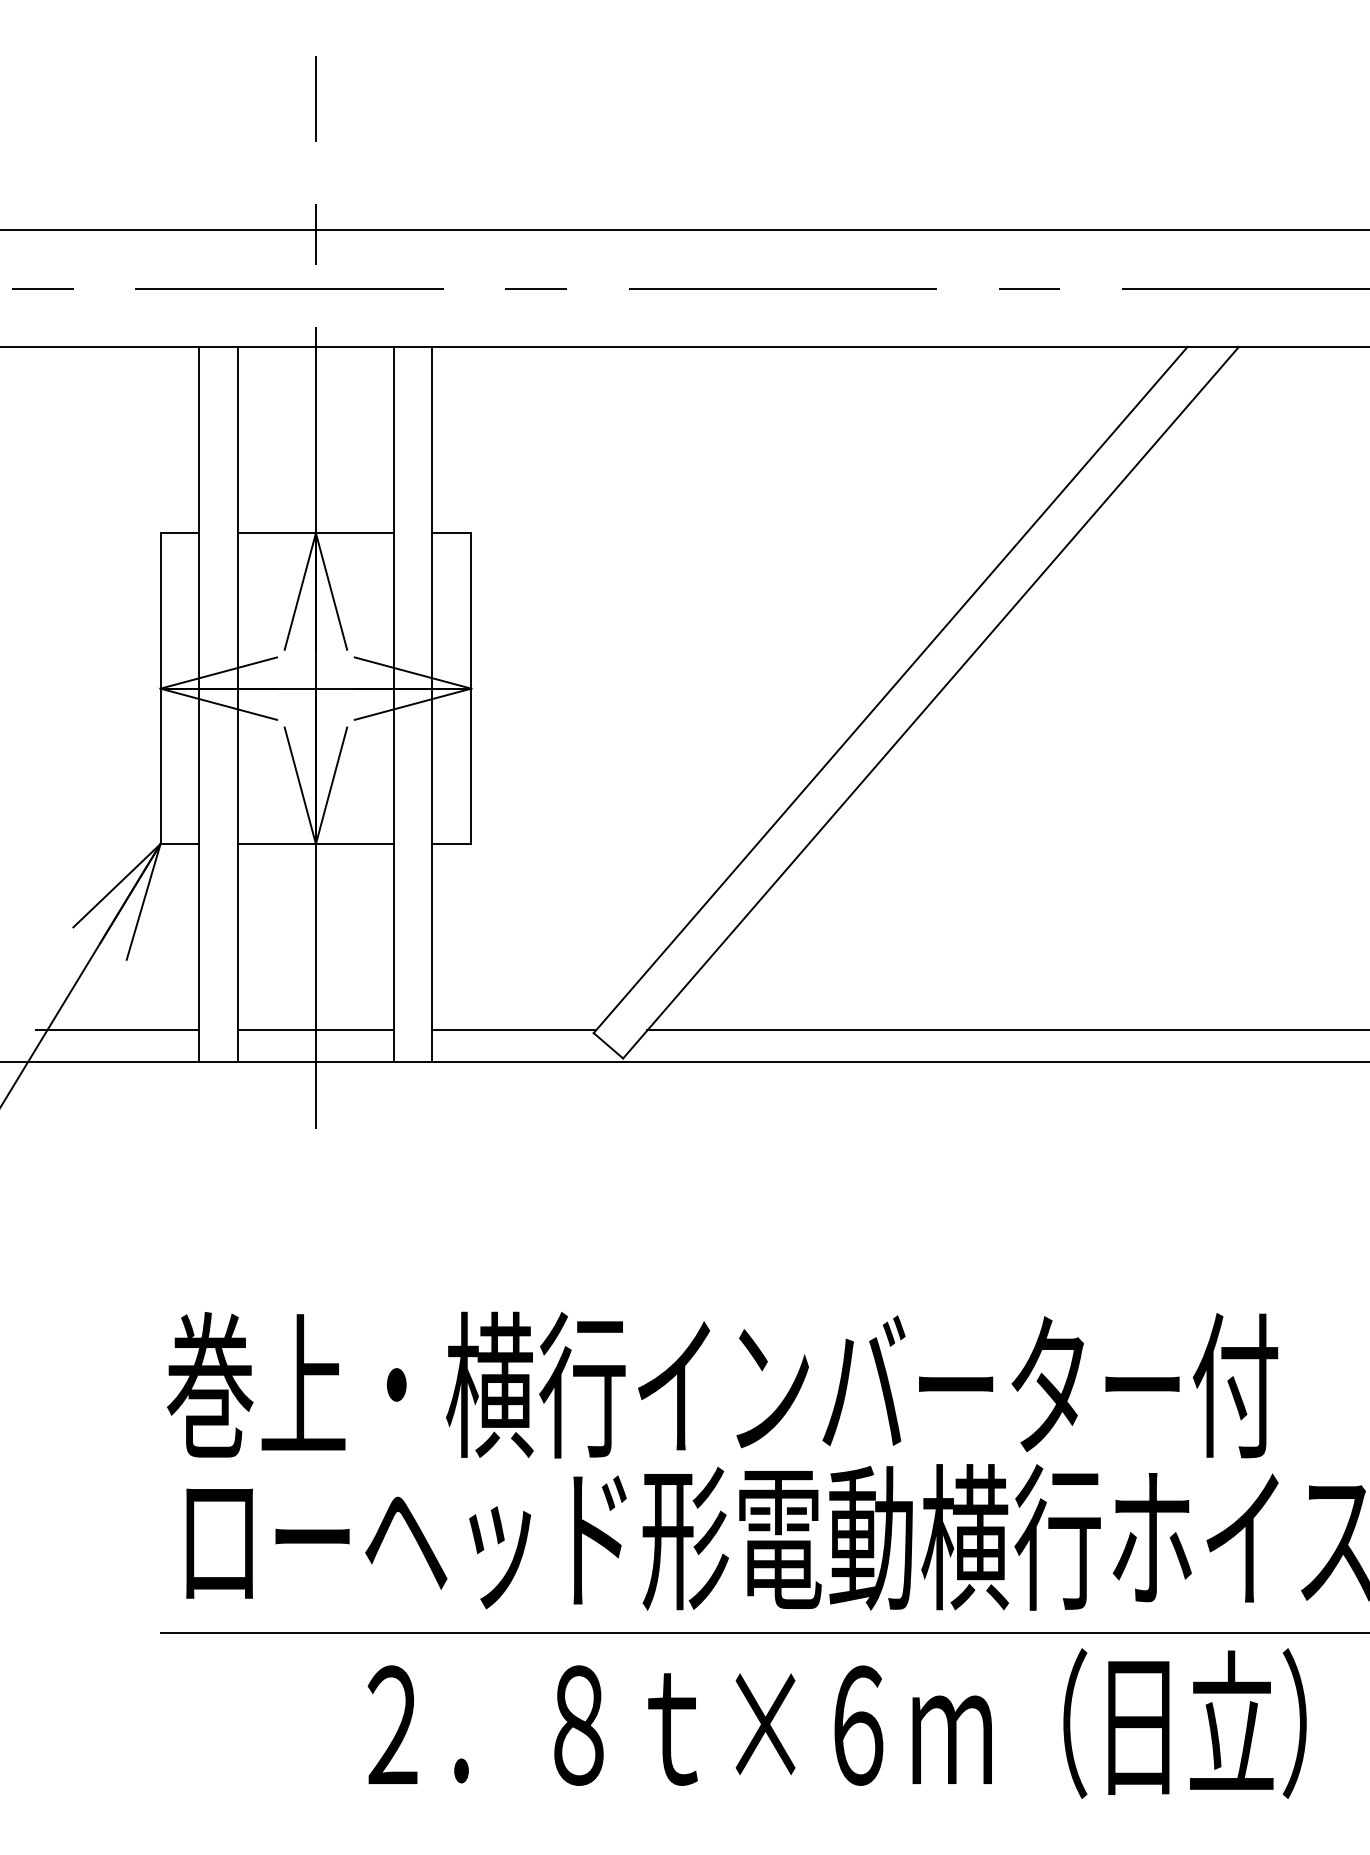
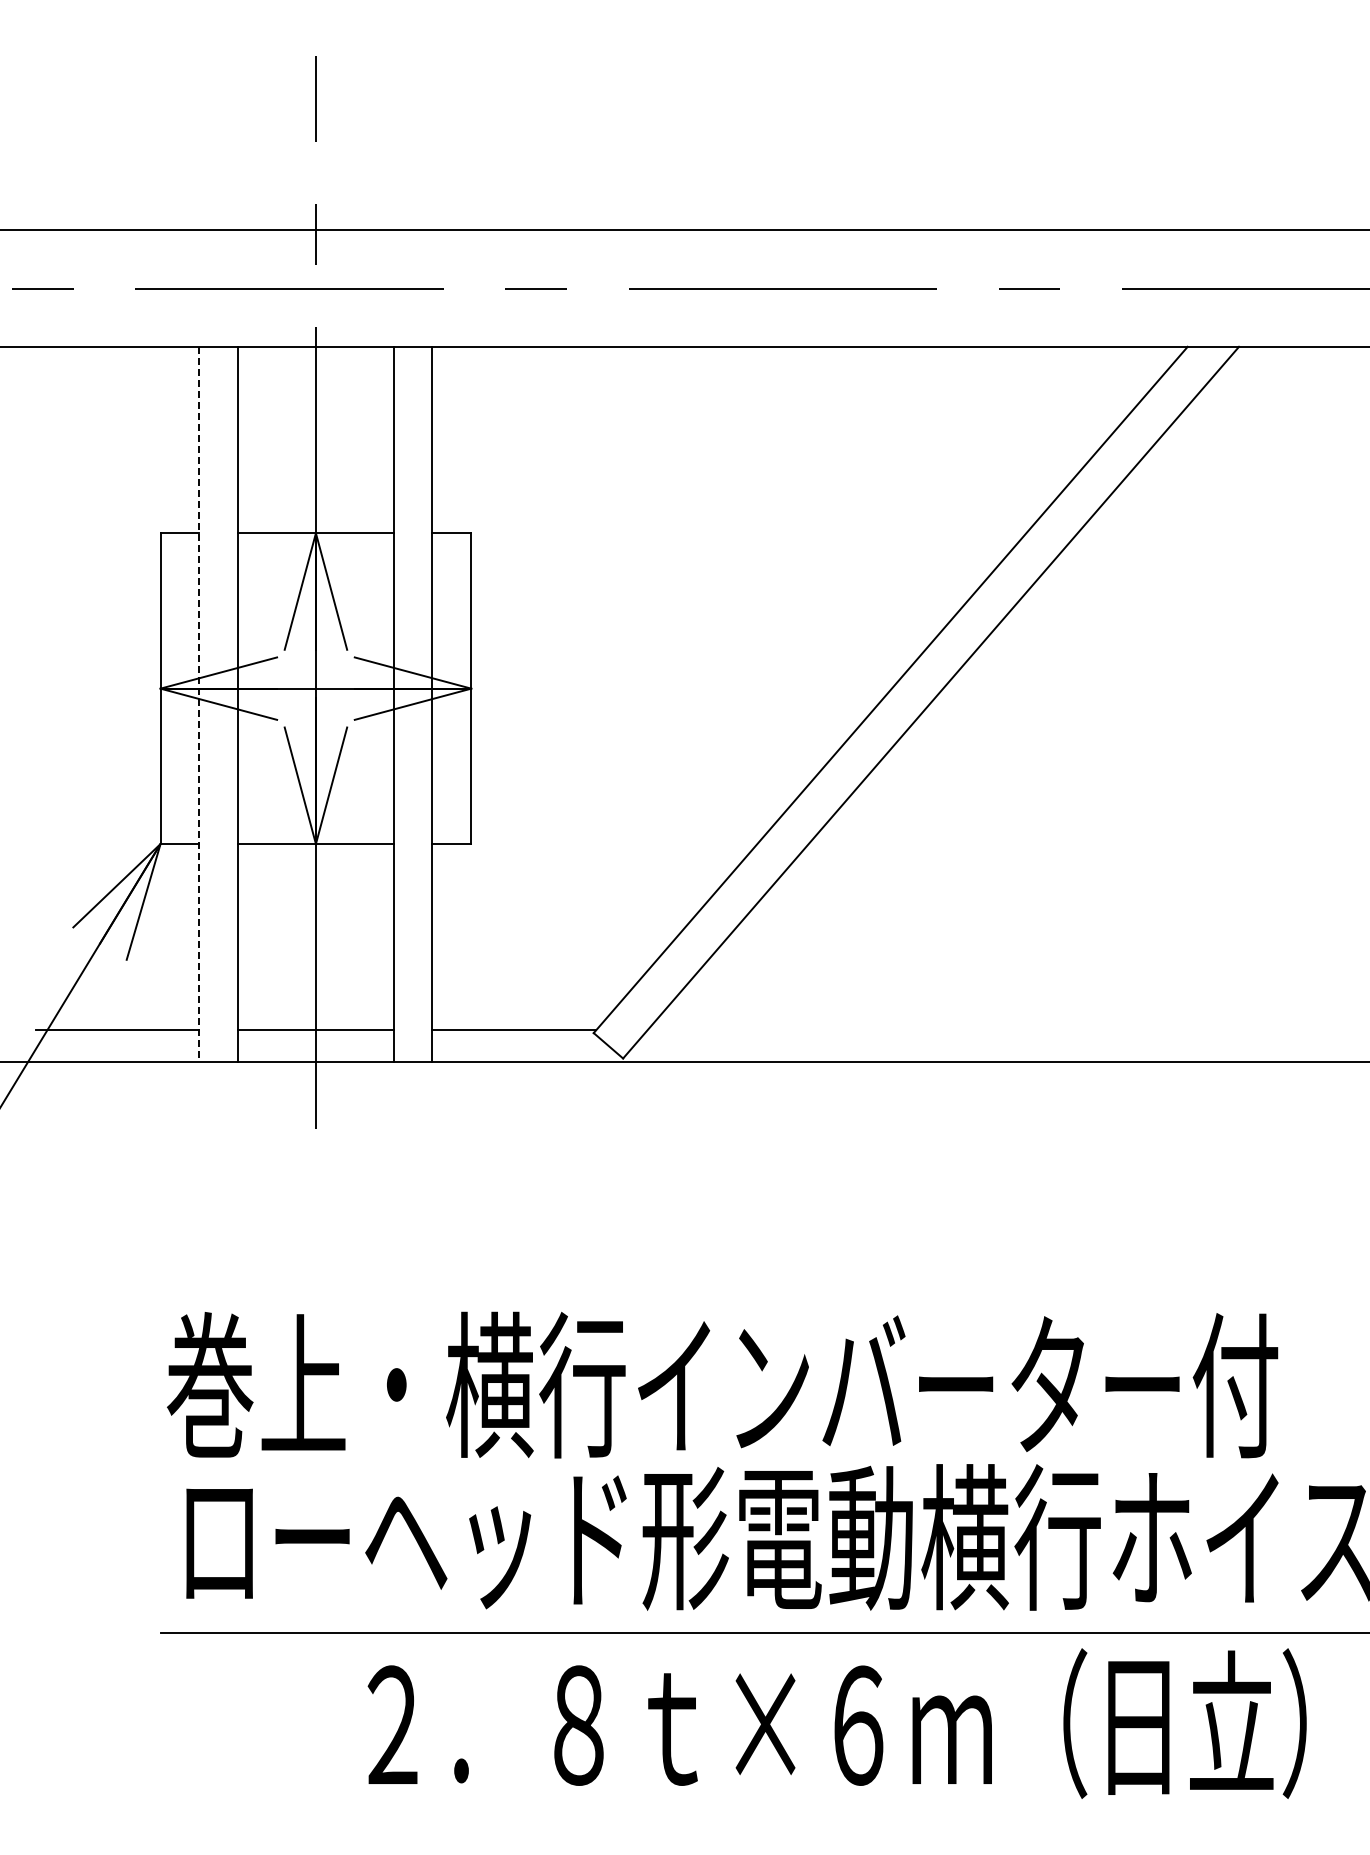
line at (199, 704): solid -> dashed
line at (1006, 1030): present -> none
